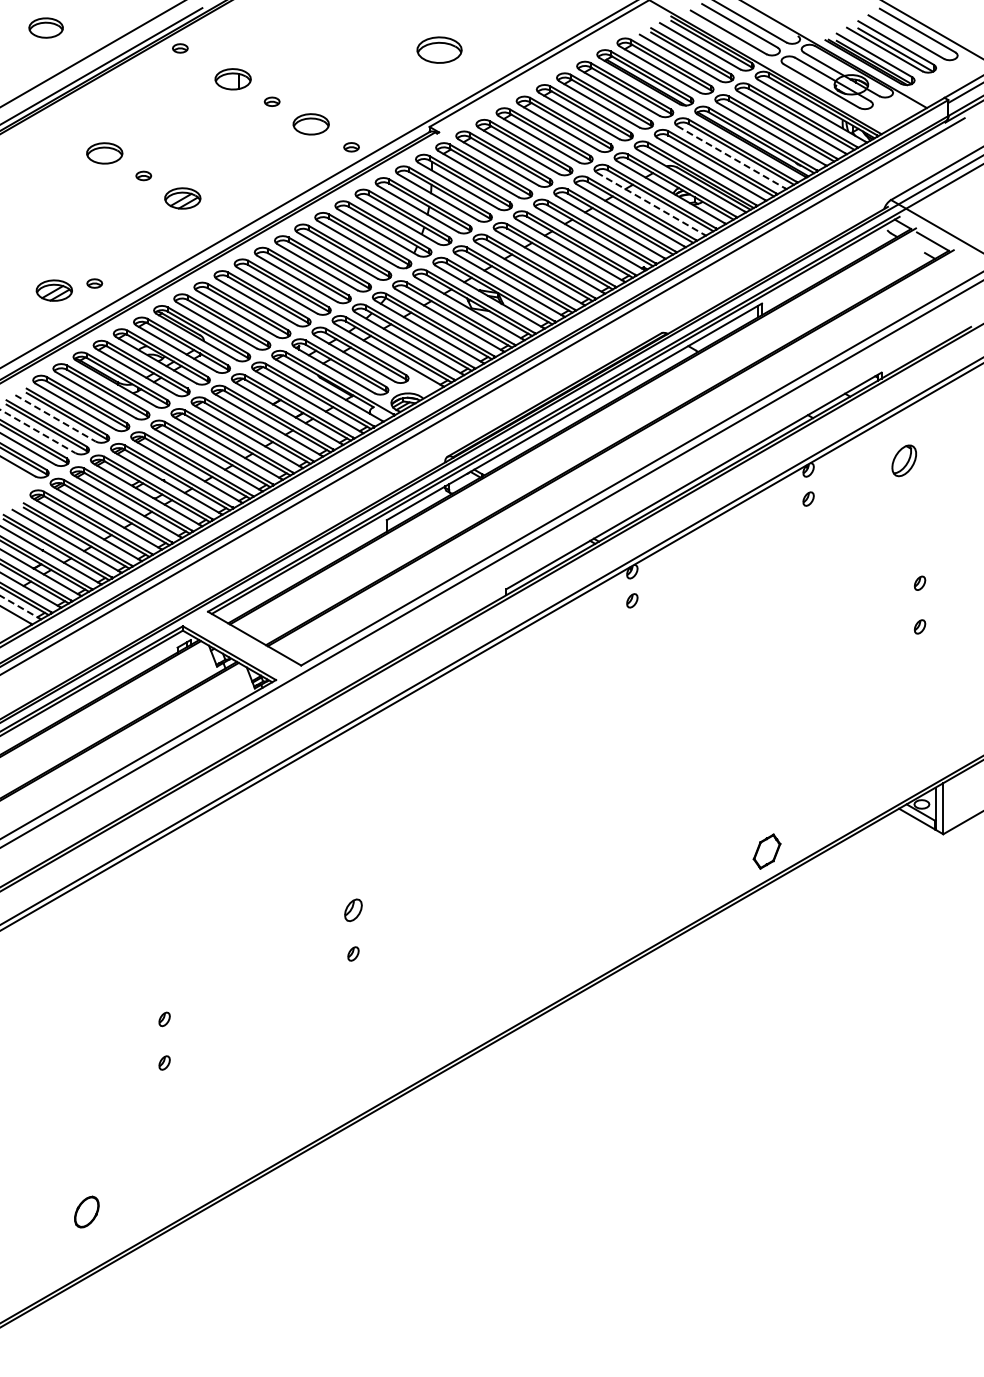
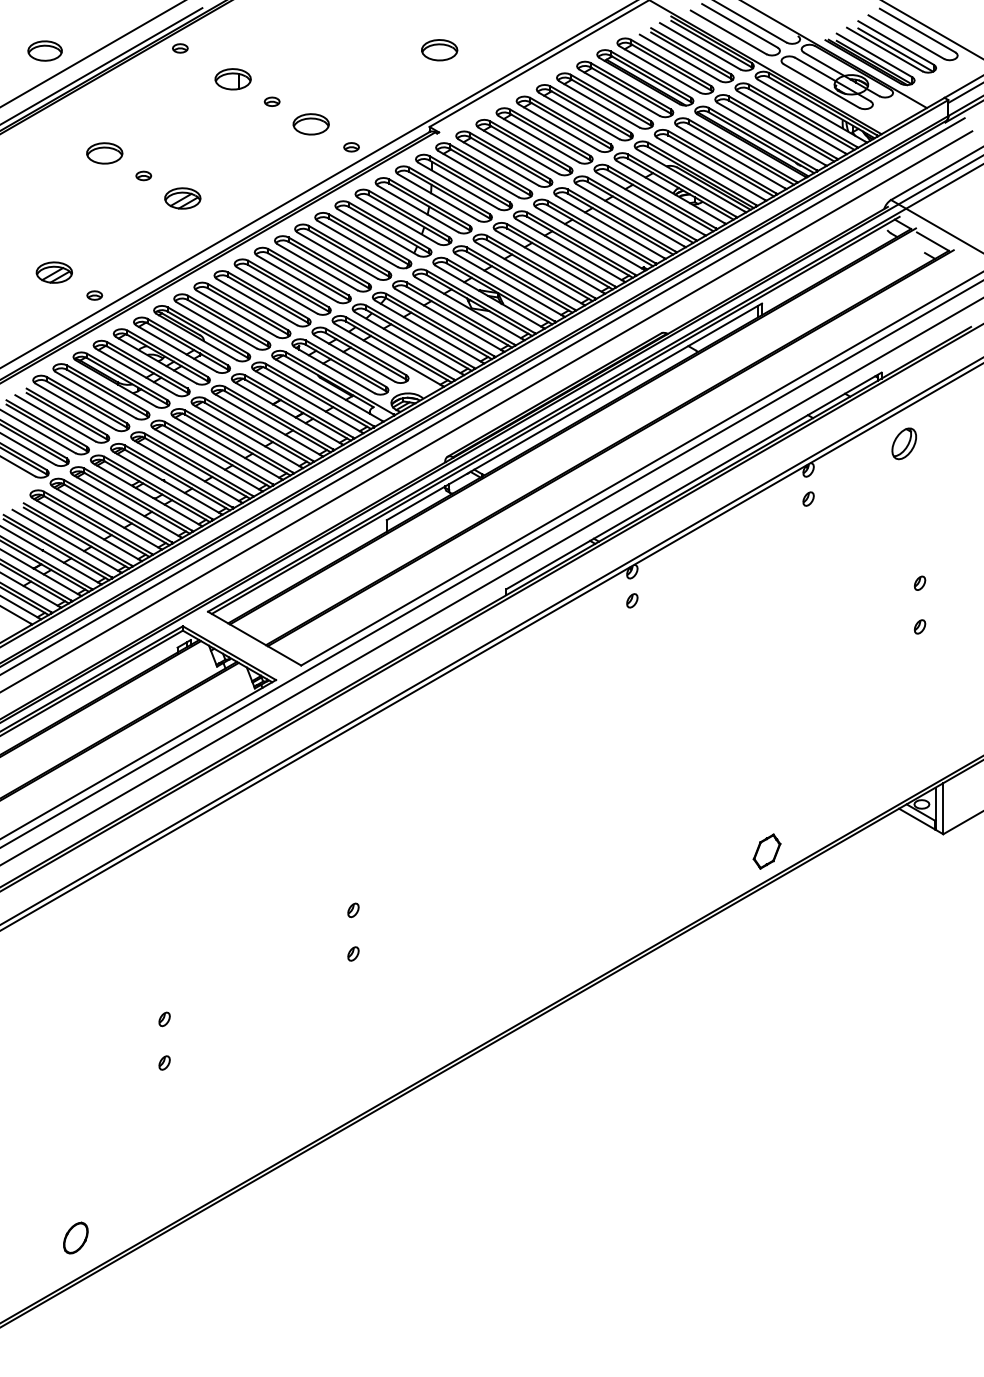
part at (45, 27) position: (45, 27) -> (44, 50)
part at (439, 49) size: 47x28 px -> 38x23 px
line at (731, 157): dashed -> solid
line at (651, 204): dashed -> solid
part at (94, 283) position: (94, 283) -> (94, 295)
part at (53, 290) position: (53, 290) -> (53, 272)
line at (487, 411): none -> present
line at (55, 418): dashed -> solid
line at (38, 431): dashed -> solid
part at (903, 460) position: (903, 460) -> (903, 443)
line at (491, 581): none -> present
line at (20, 607): dashed -> solid
part at (353, 910) size: 19x25 px -> 13x17 px
part at (86, 1211) position: (86, 1211) -> (75, 1237)
